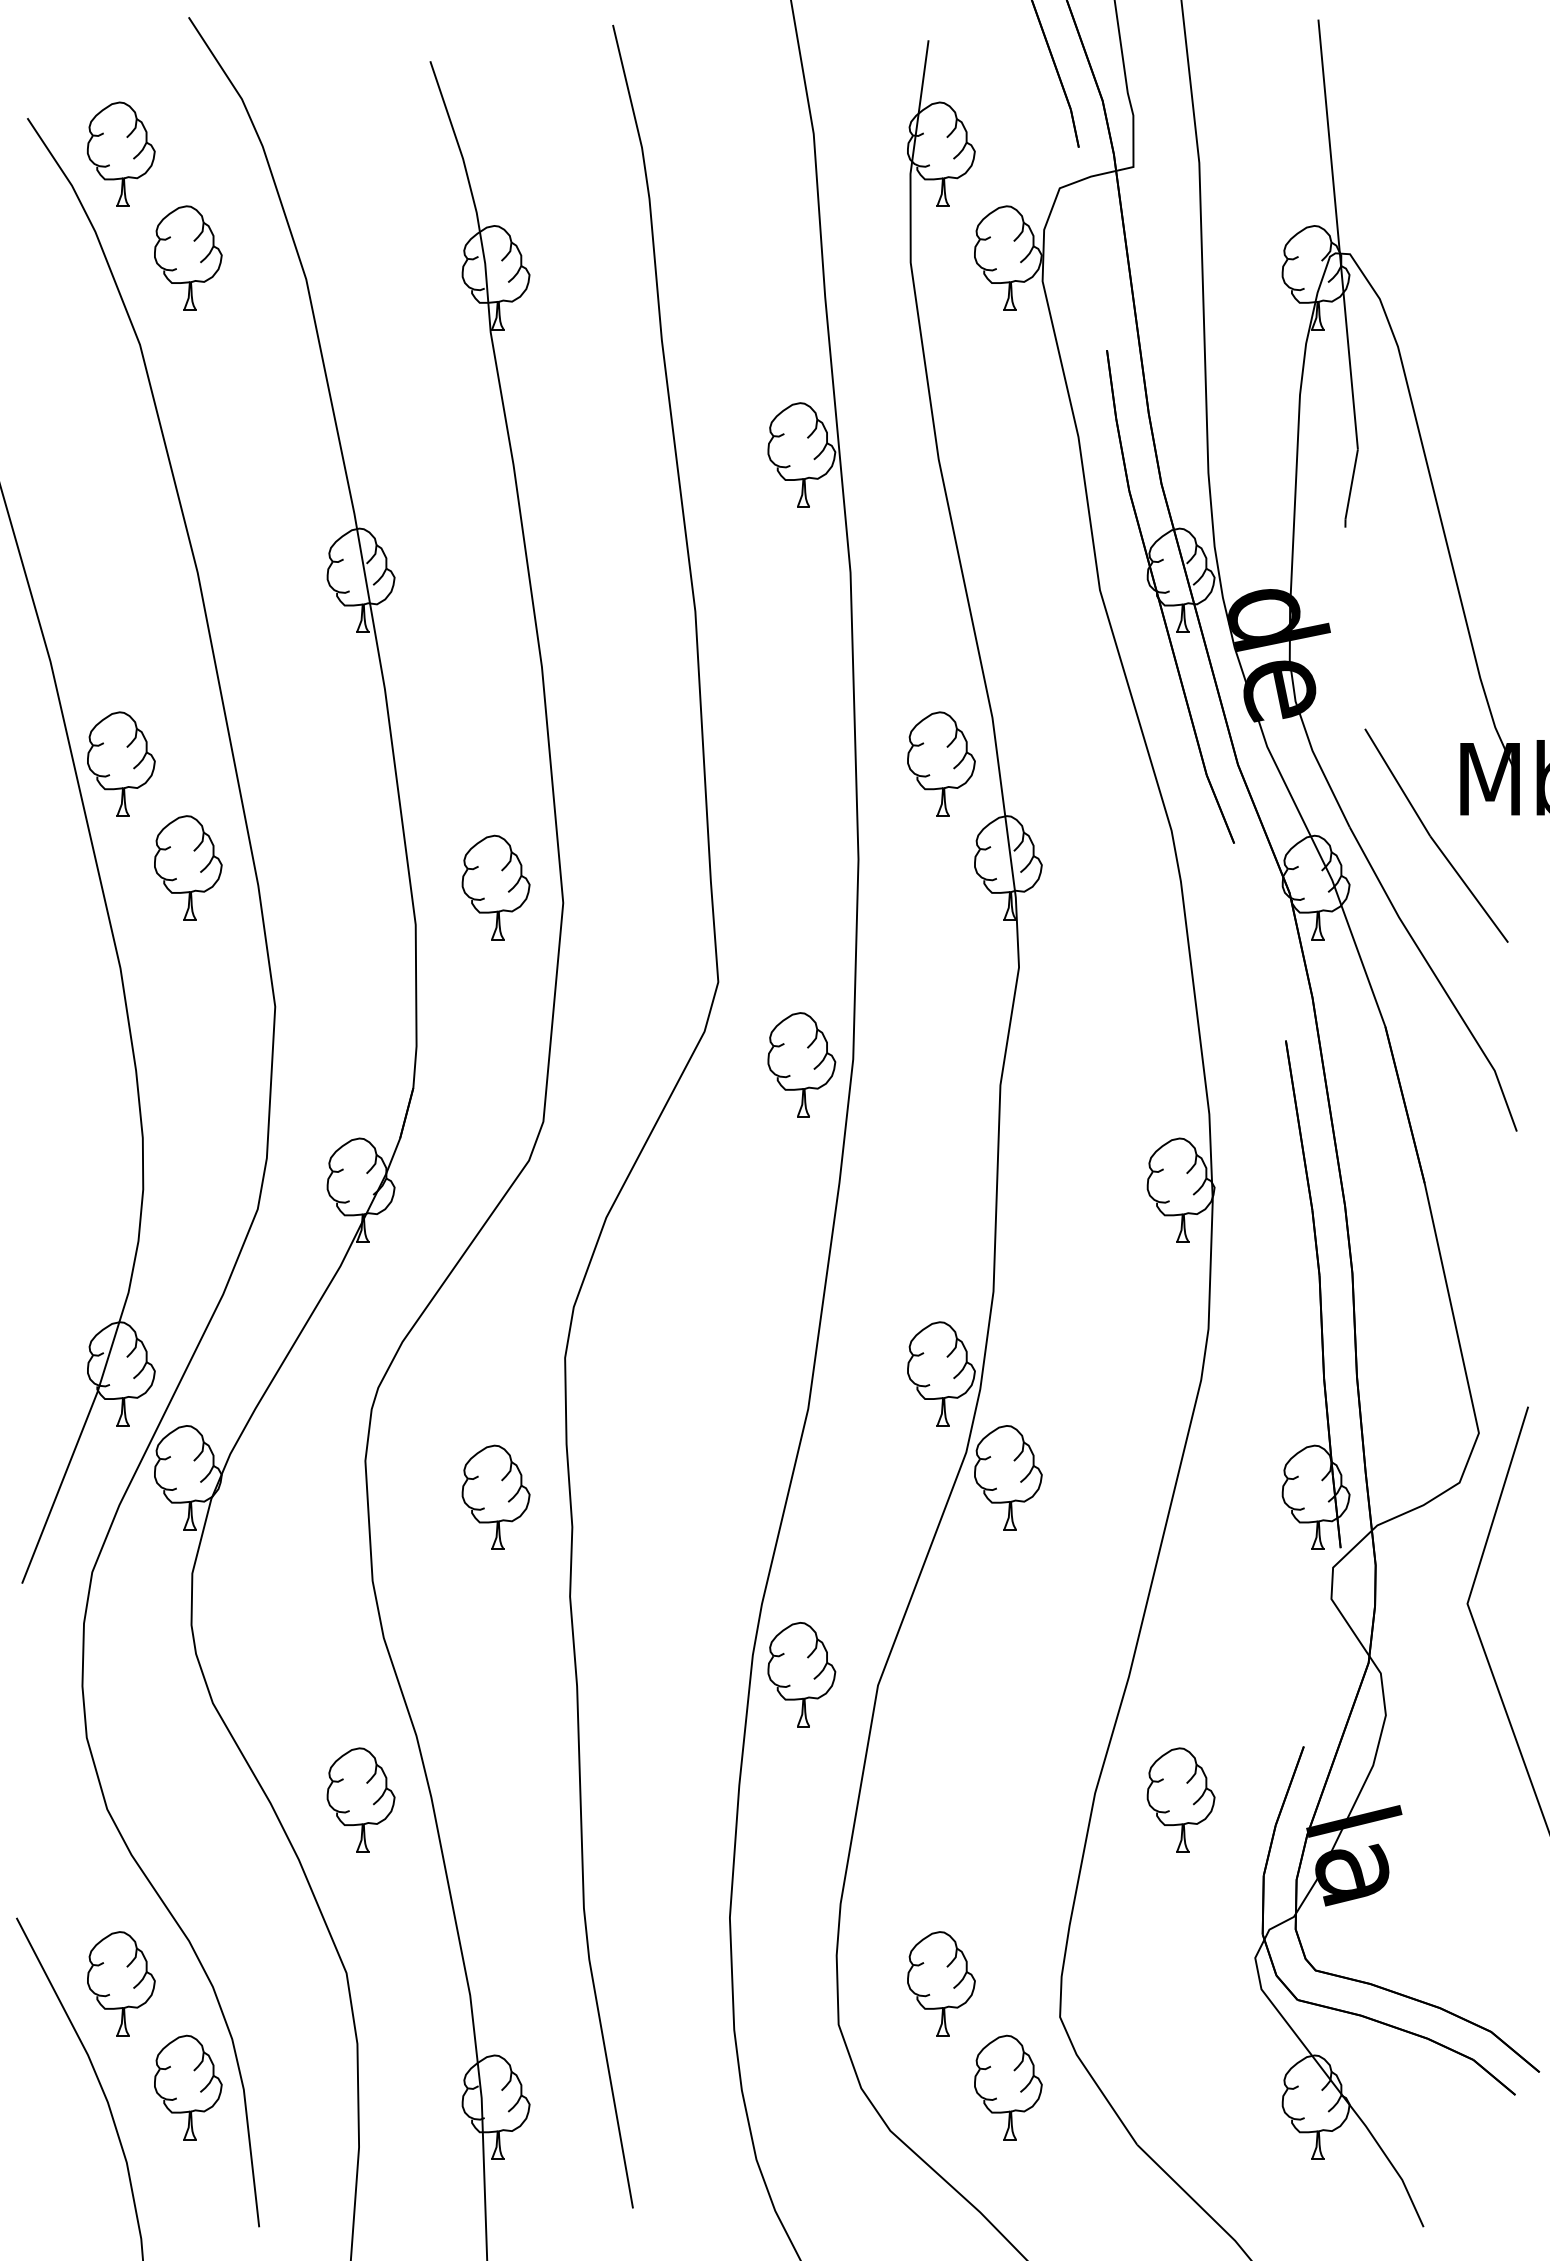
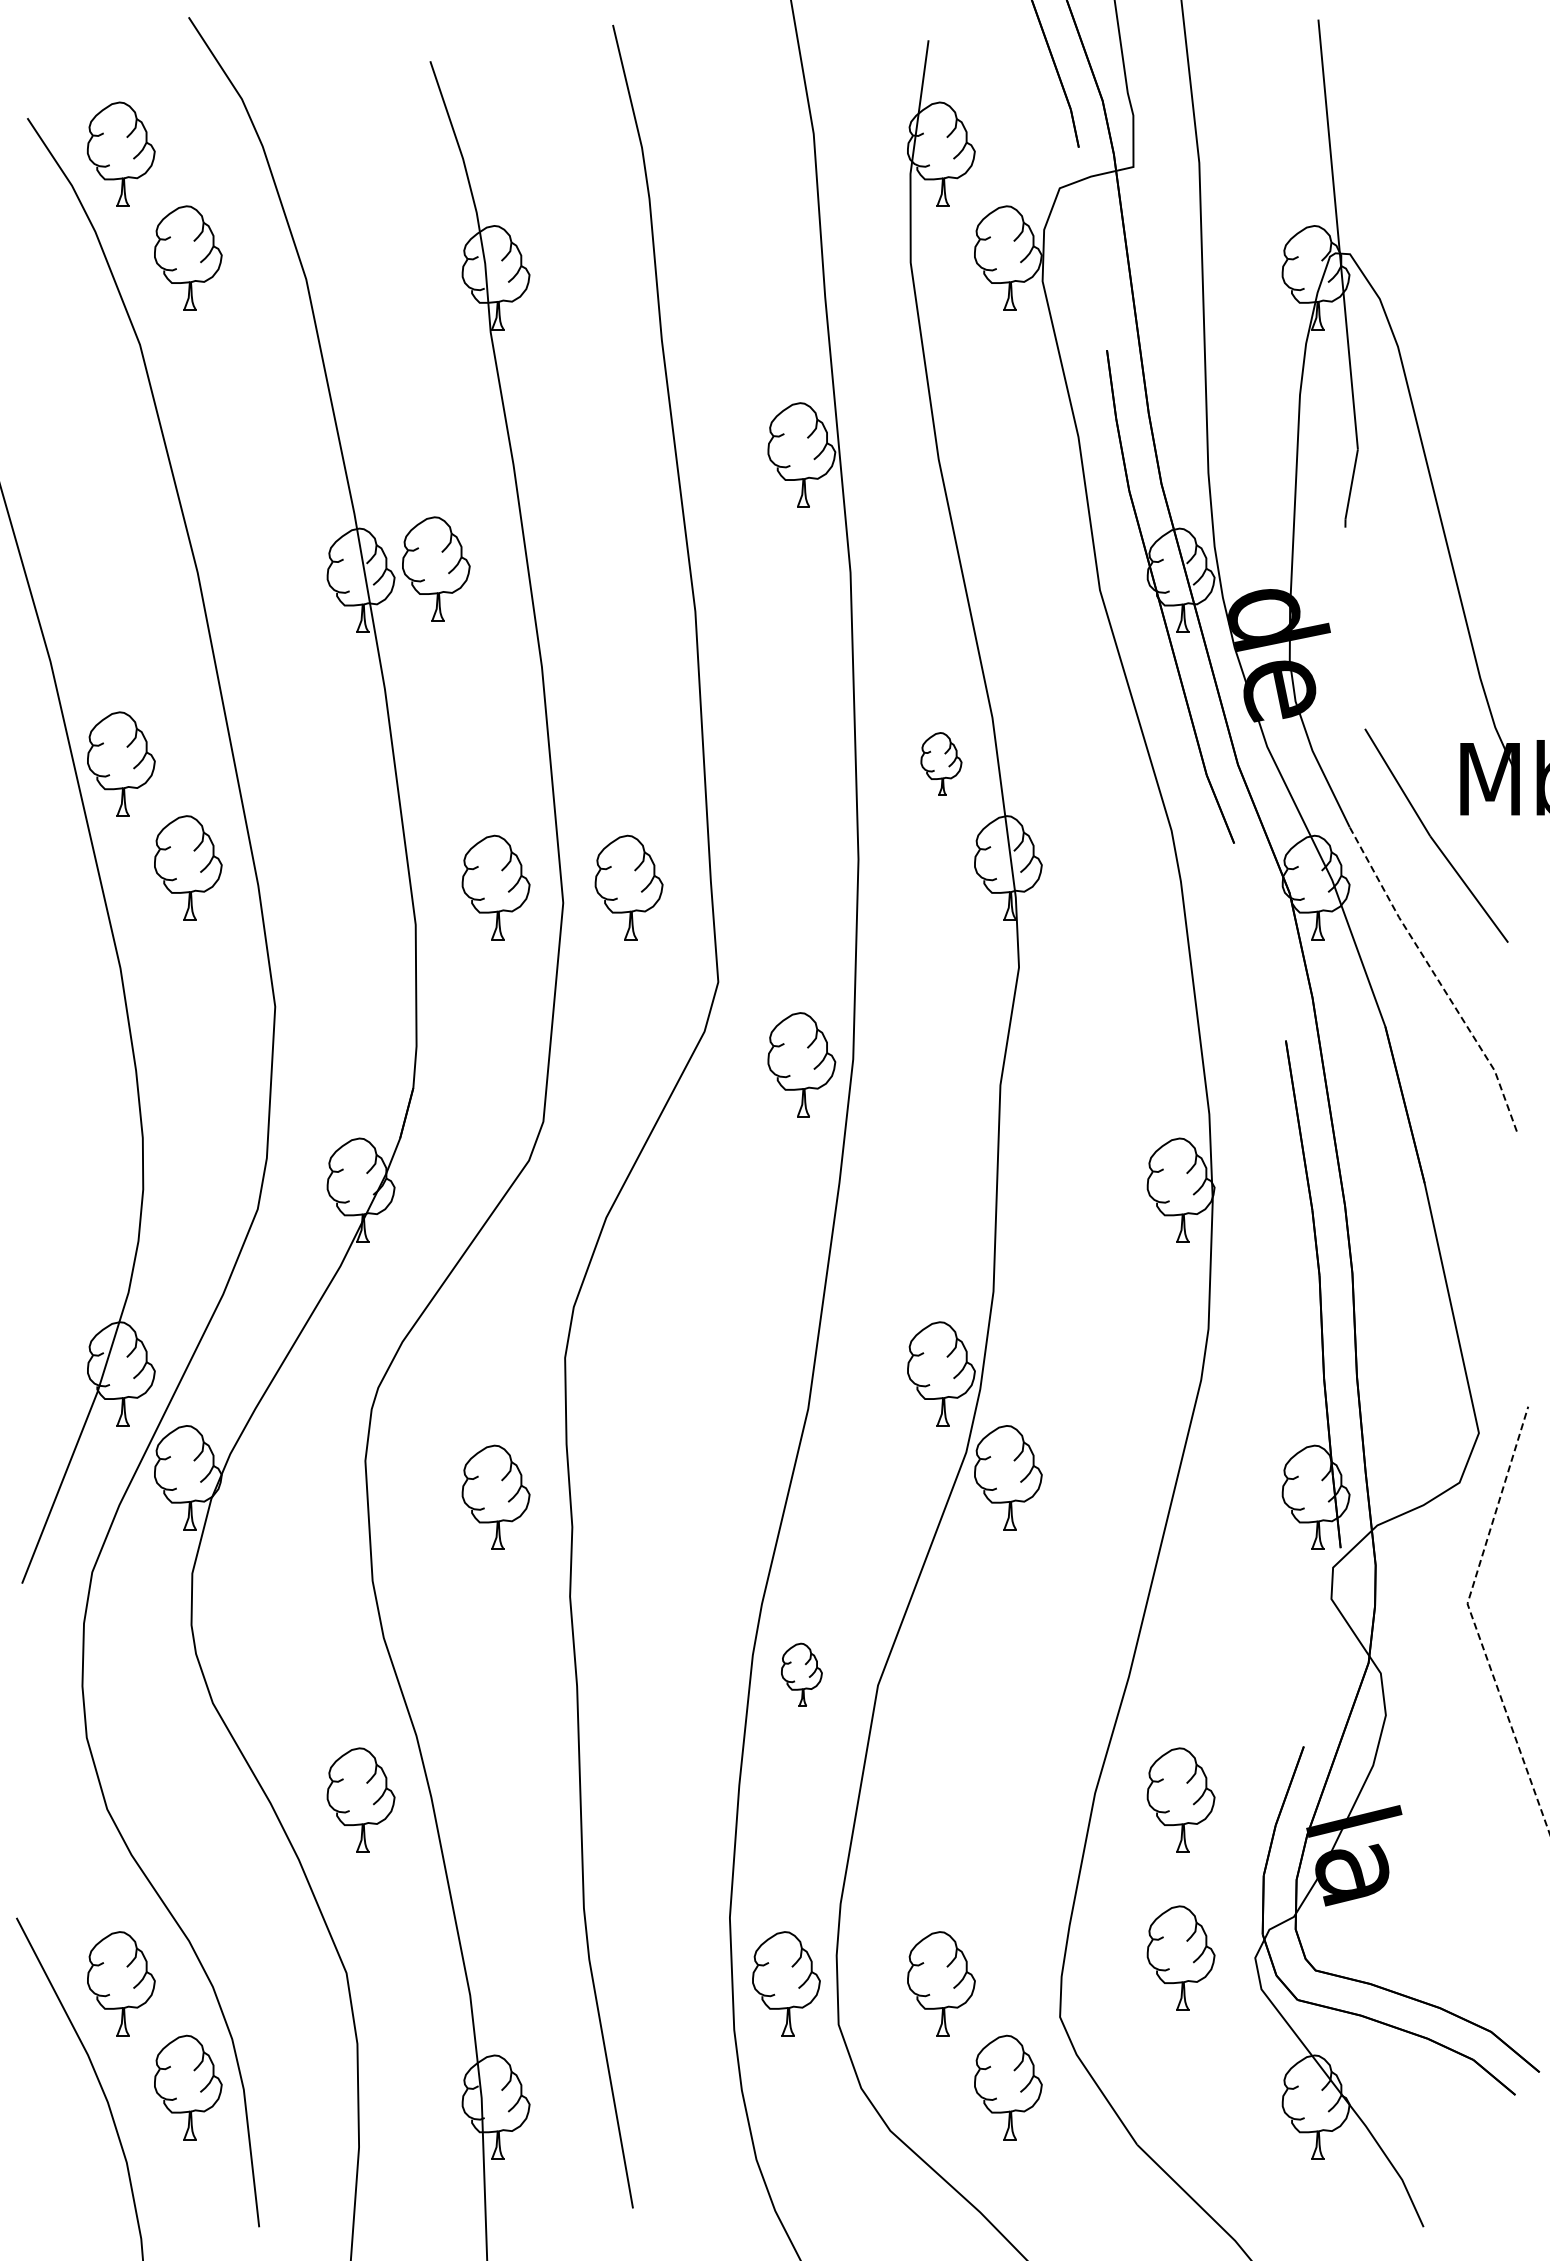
part at (436, 568): none -> present
part at (941, 763) size: 69x106 px -> 43x64 px
part at (628, 887): none -> present
line at (1436, 977): solid -> dashed
line at (1473, 1620): solid -> dashed
part at (801, 1674) size: 70x106 px -> 42x65 px
part at (1180, 1957): none -> present
part at (786, 1983): none -> present
